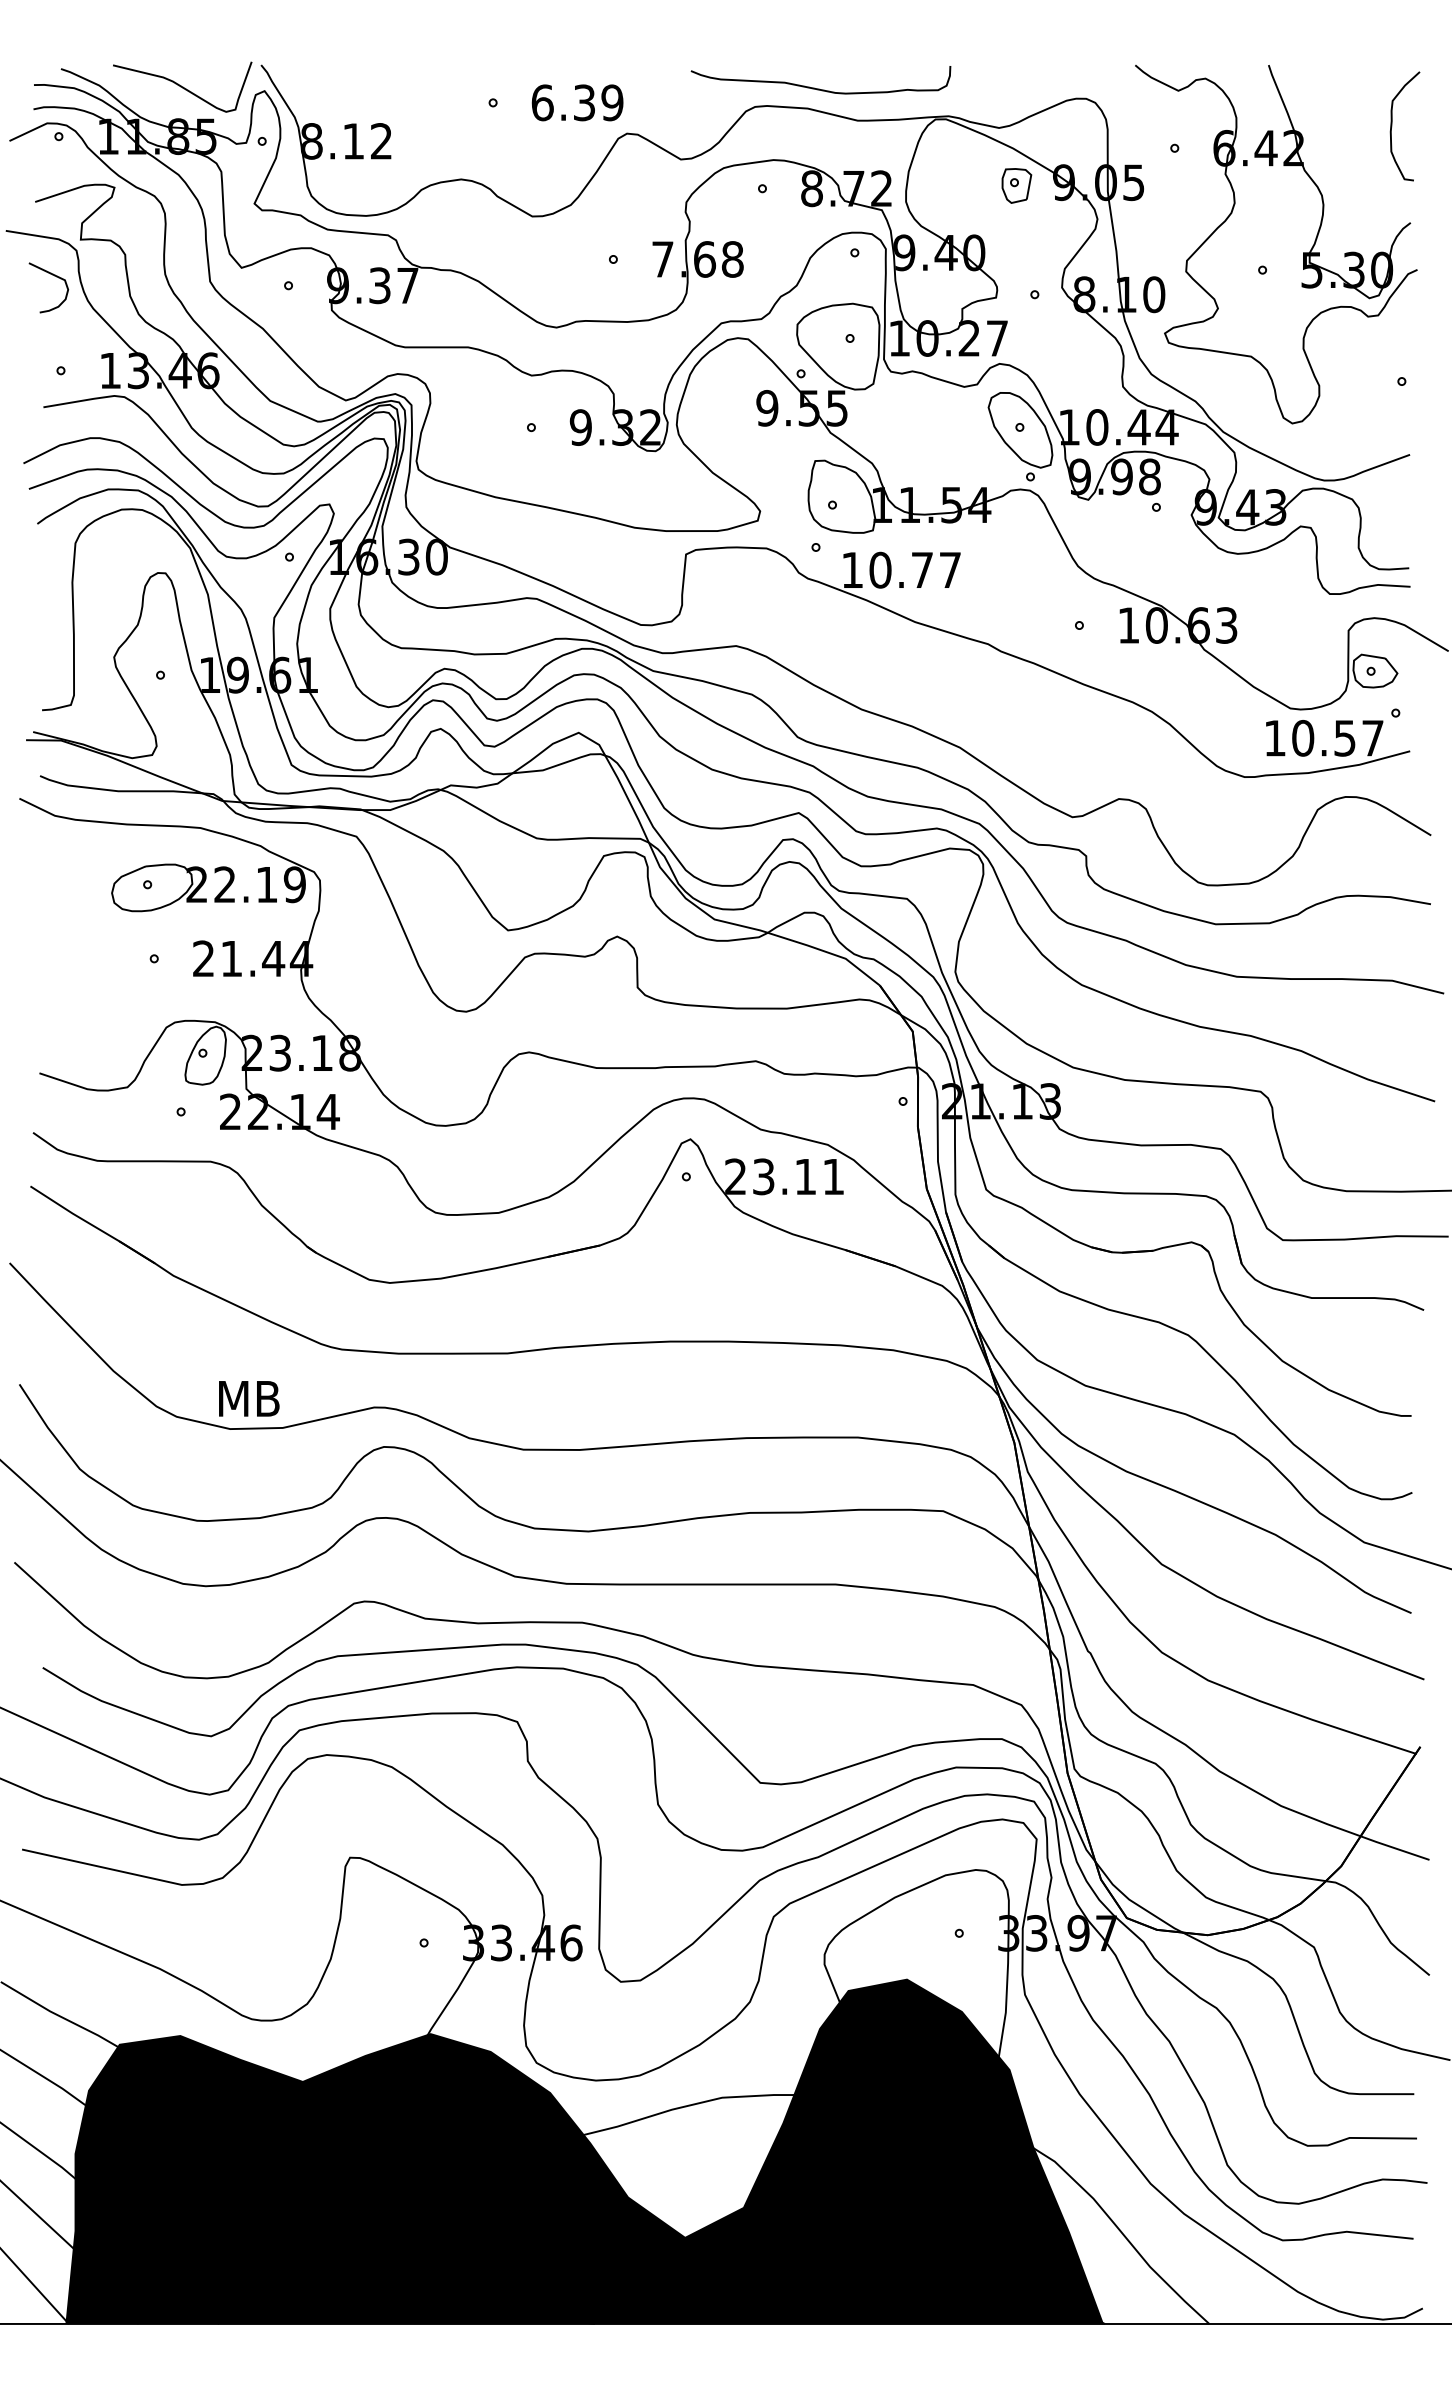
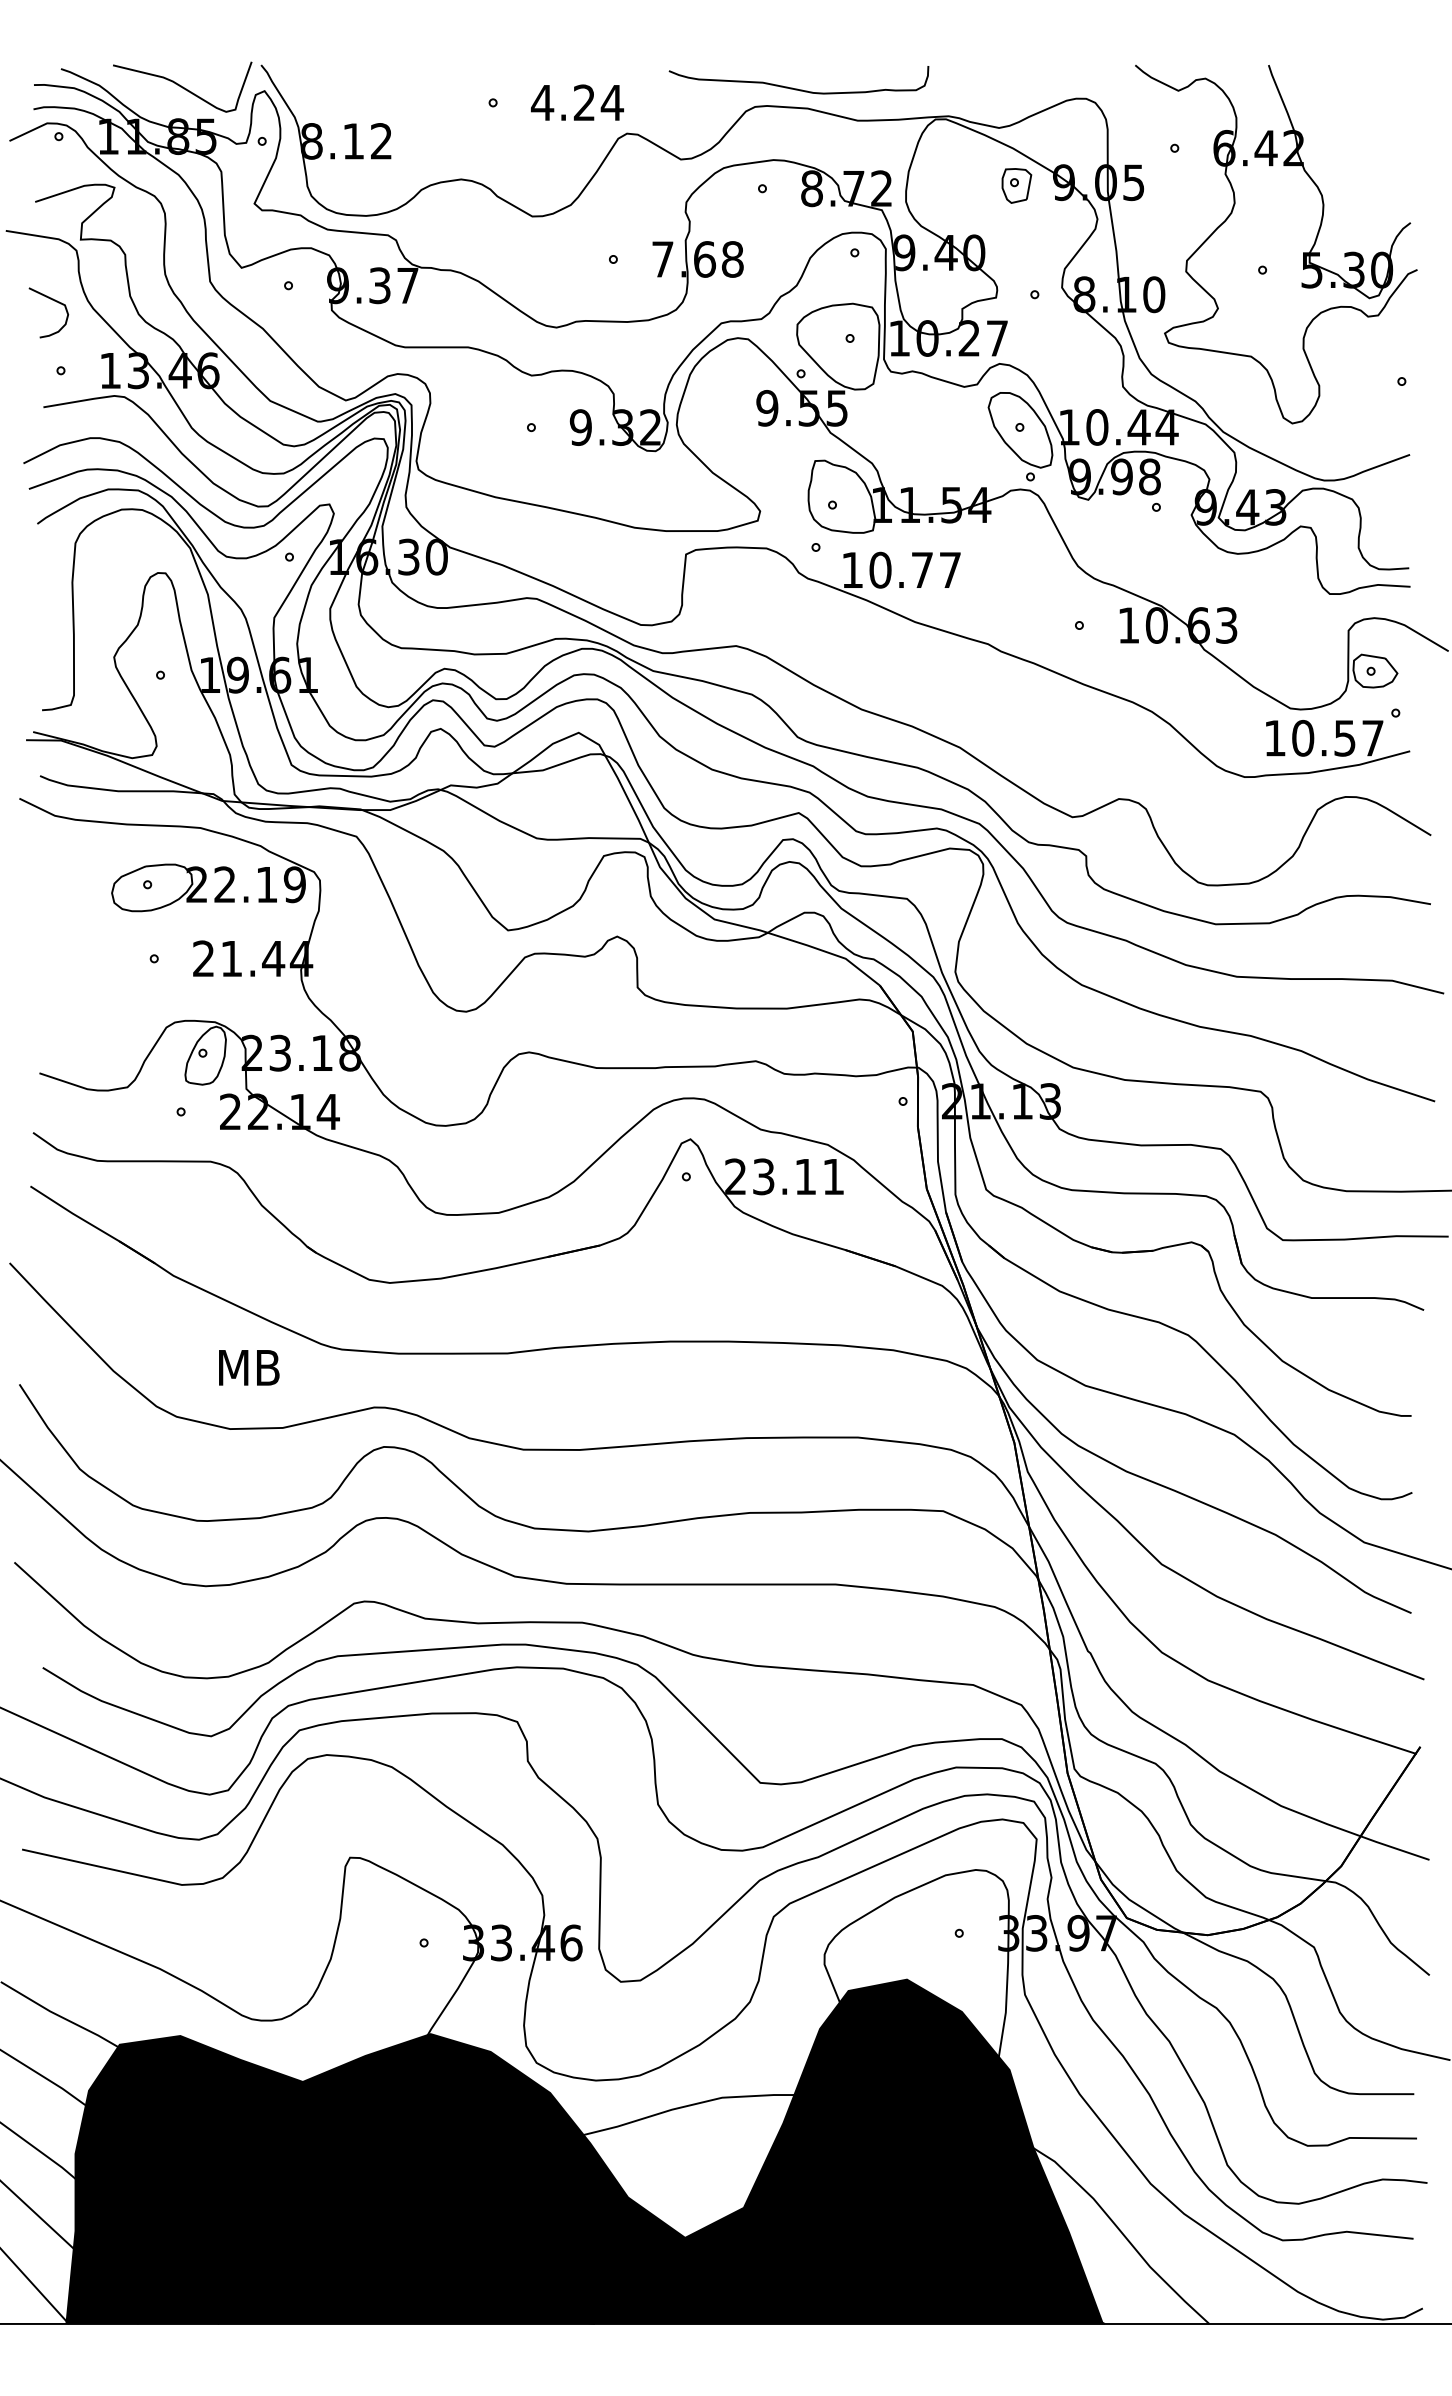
curve at (819, 88) position: (819, 88) -> (797, 88)
text at (577, 102): 6.39 -> 4.24
curve at (1392, 126): present -> none
curve at (54, 276) position: (54, 276) -> (54, 301)
text at (249, 1398) position: (249, 1398) -> (249, 1367)
